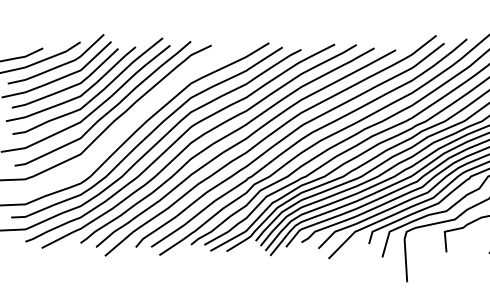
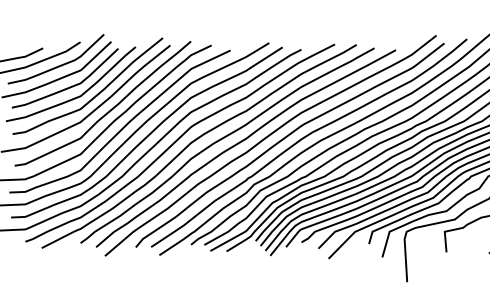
curve at (124, 125): none -> present
